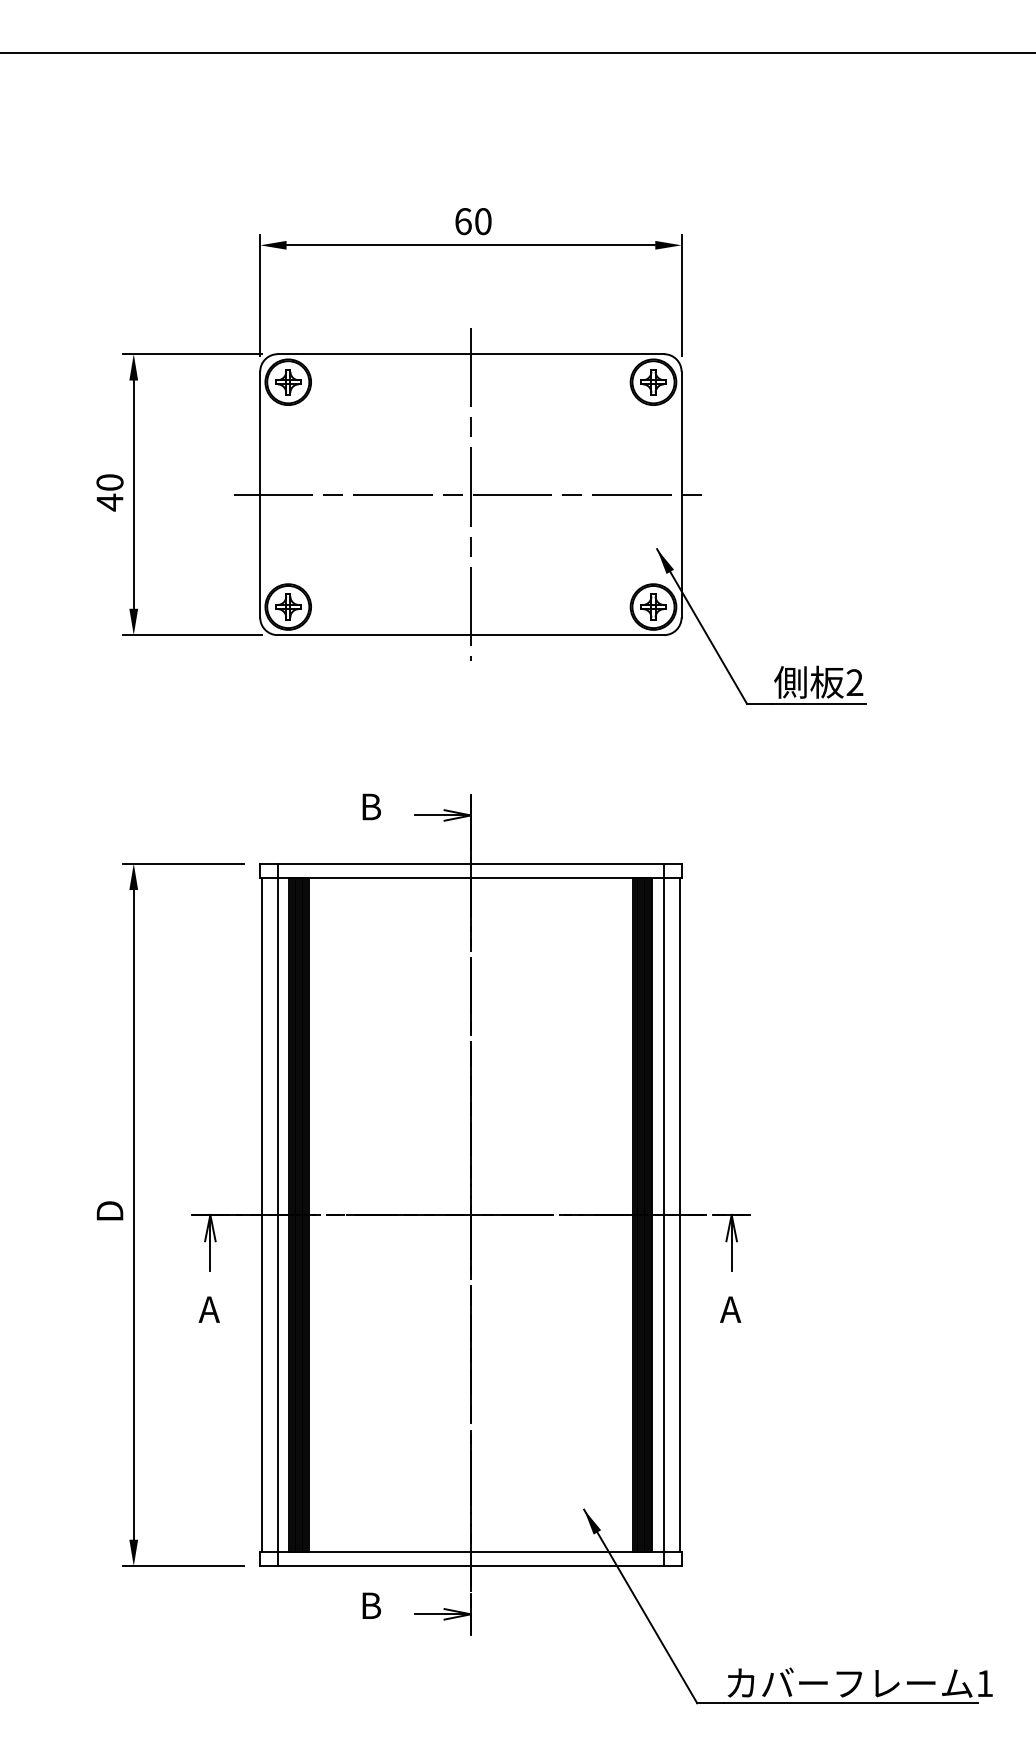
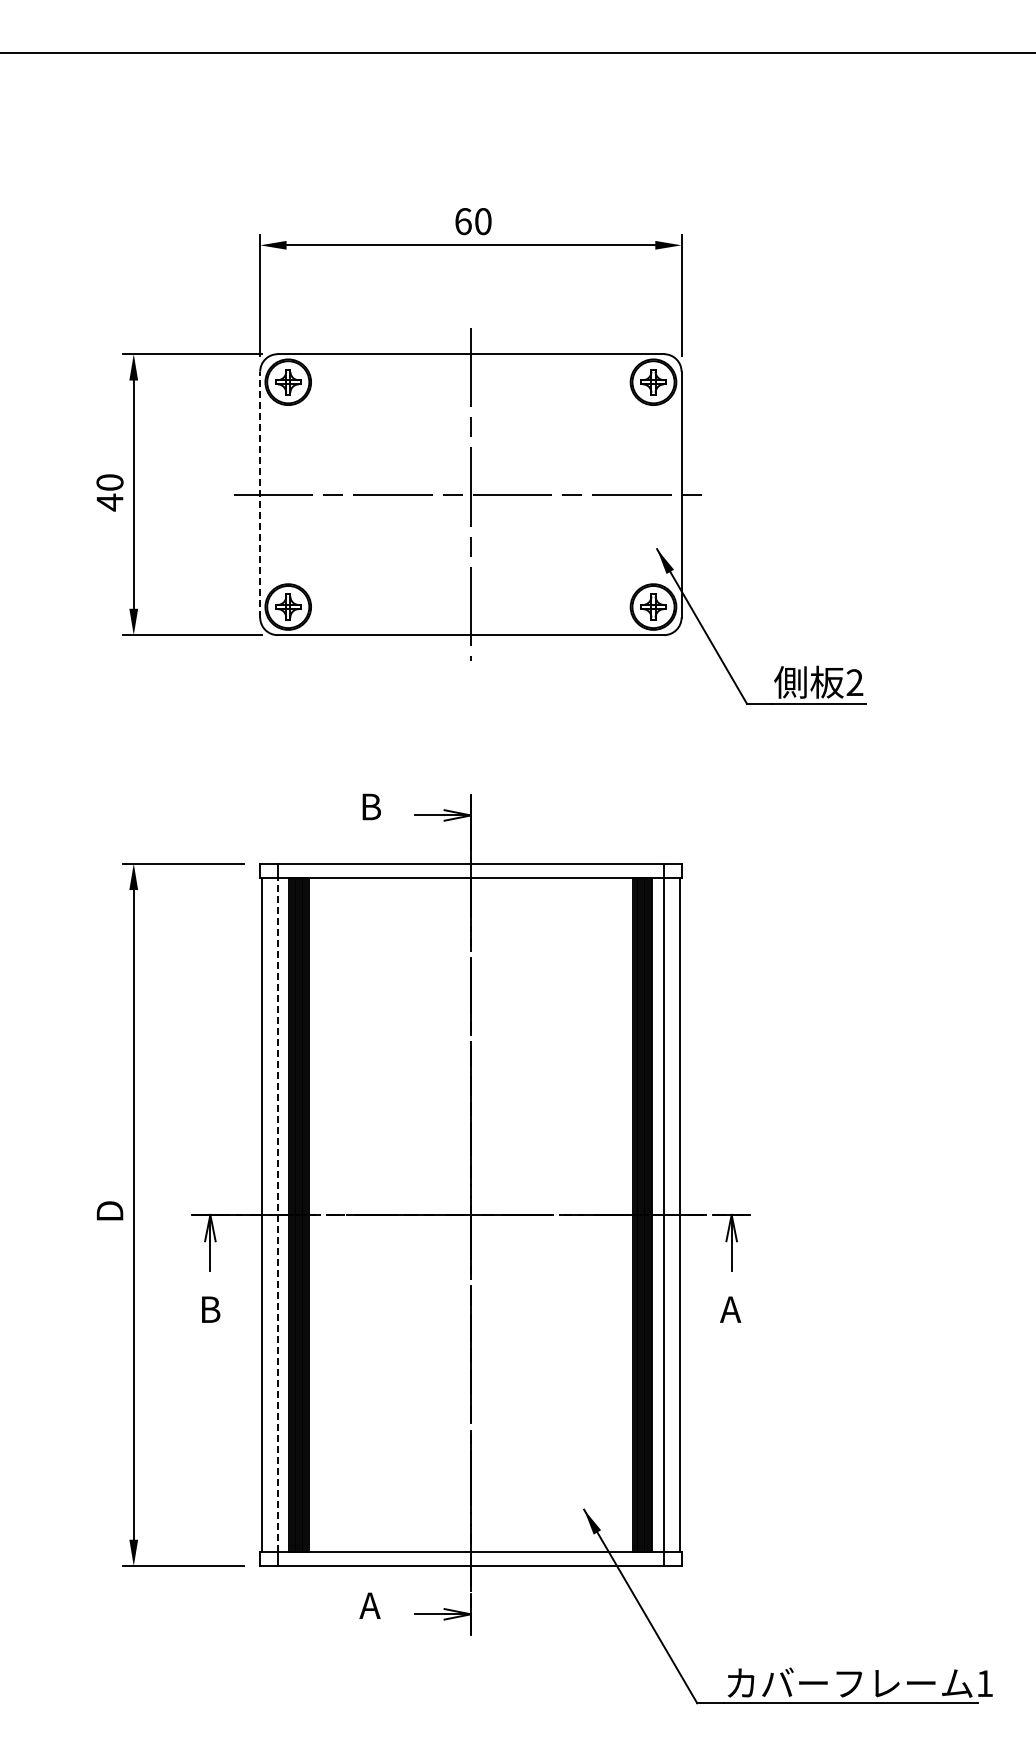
line at (260, 494): solid -> dashed
line at (277, 1214): solid -> dashed
text at (209, 1309): A -> B
text at (370, 1605): B -> A
